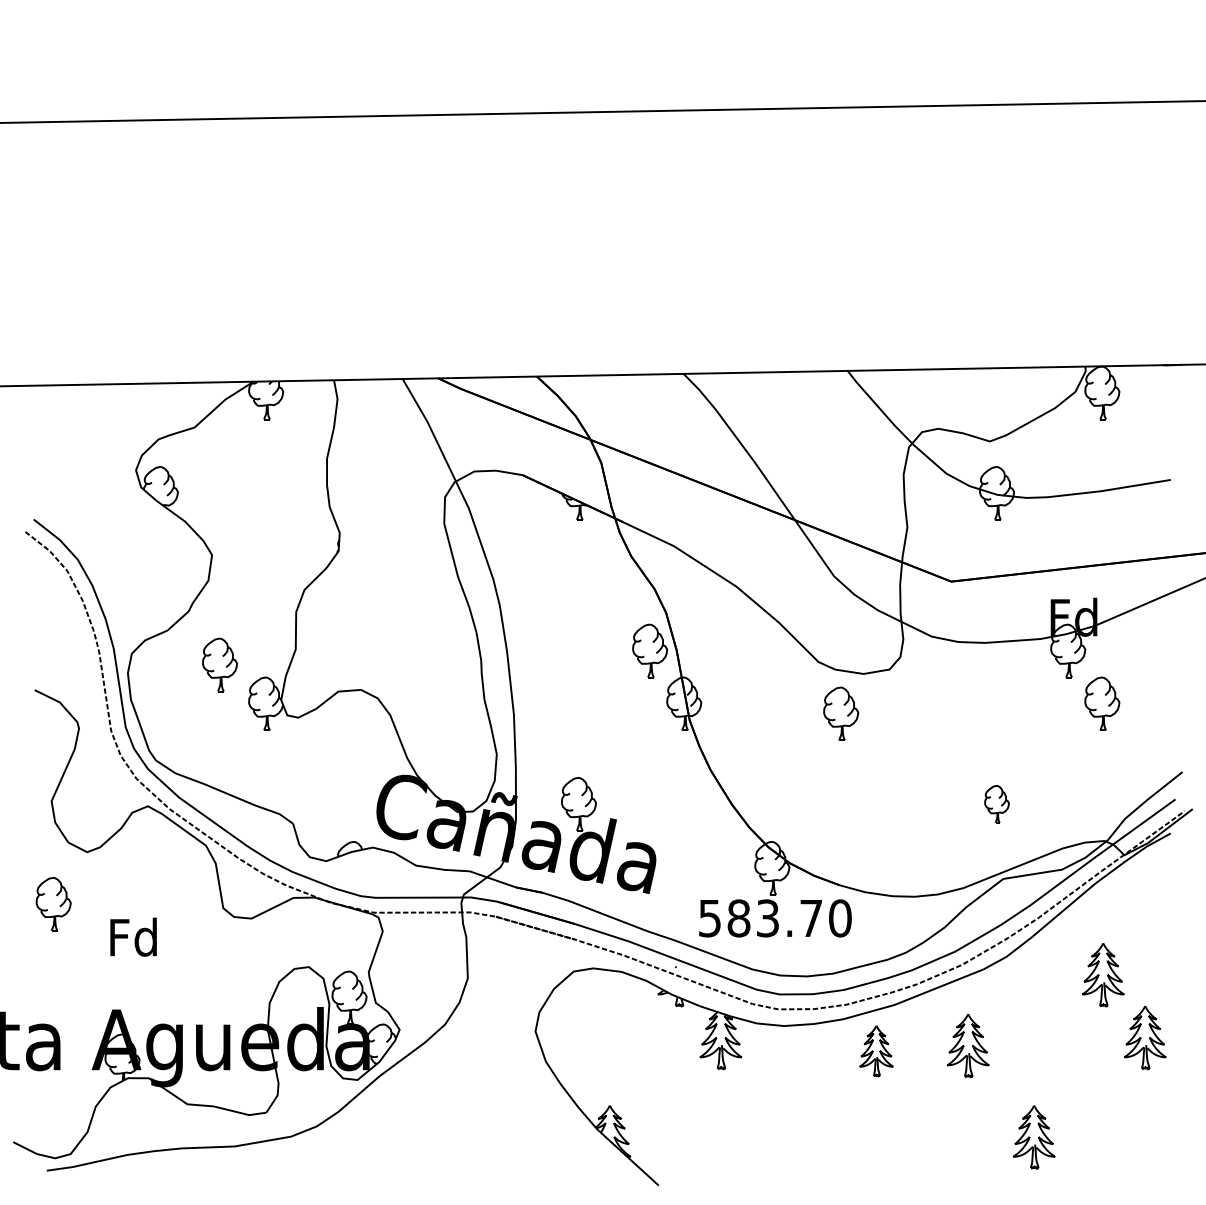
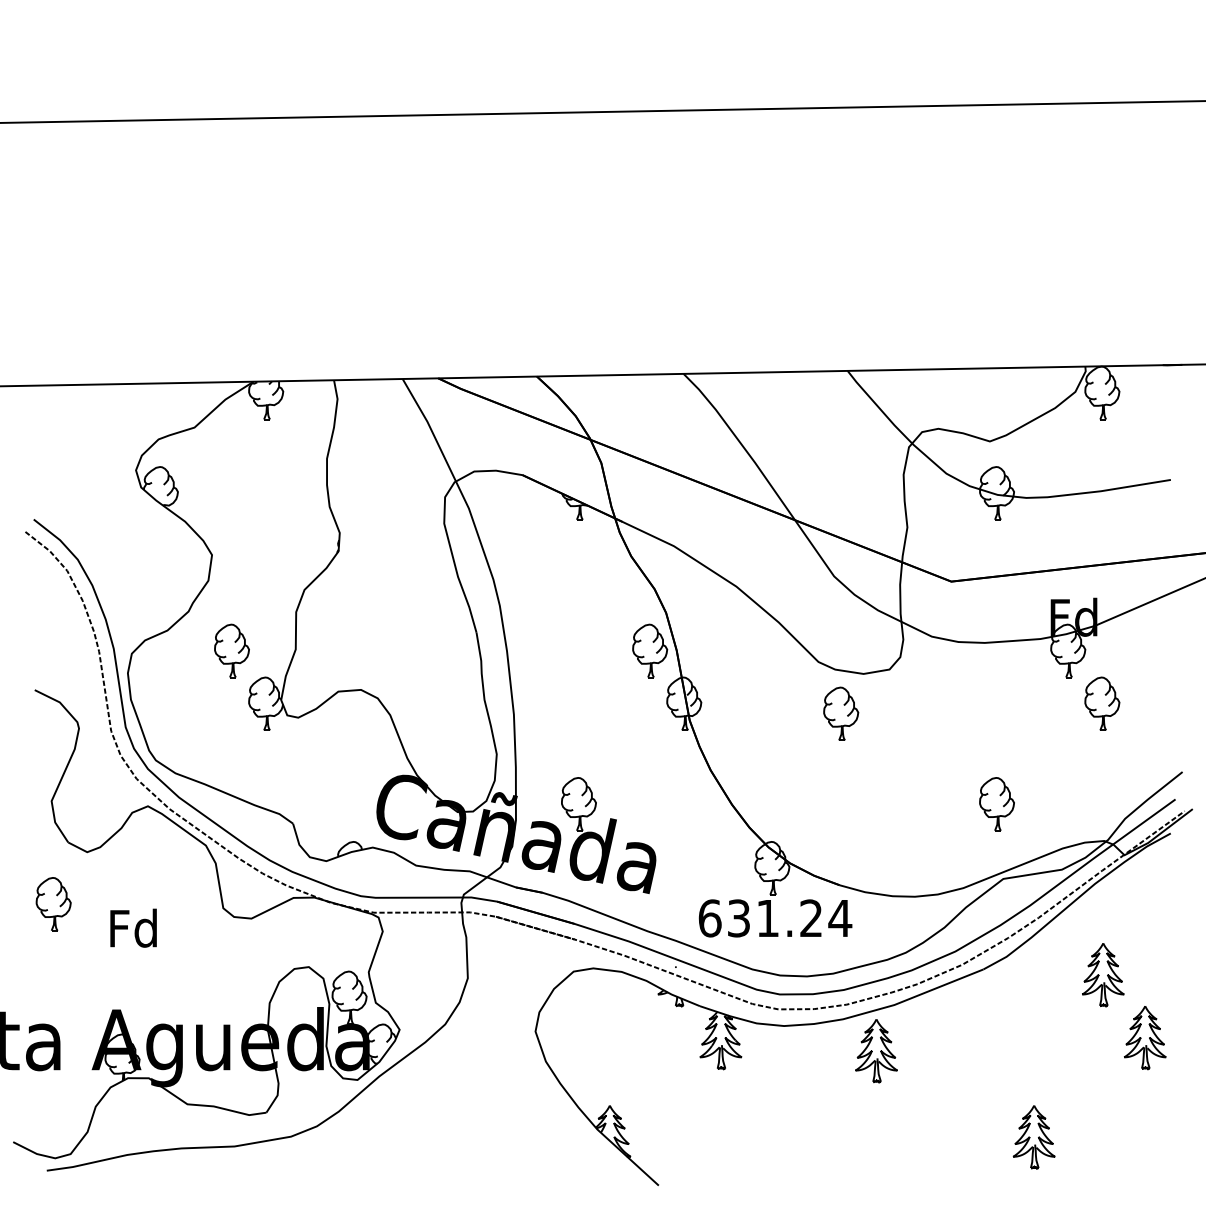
part at (219, 664) position: (219, 664) -> (231, 650)
part at (996, 804) size: 26x39 px -> 36x55 px
text at (775, 918): 583.70 -> 631.24
text at (133, 936) position: (133, 936) -> (133, 927)
part at (968, 1046): present -> none
part at (876, 1051) size: 35x53 px -> 43x65 px
